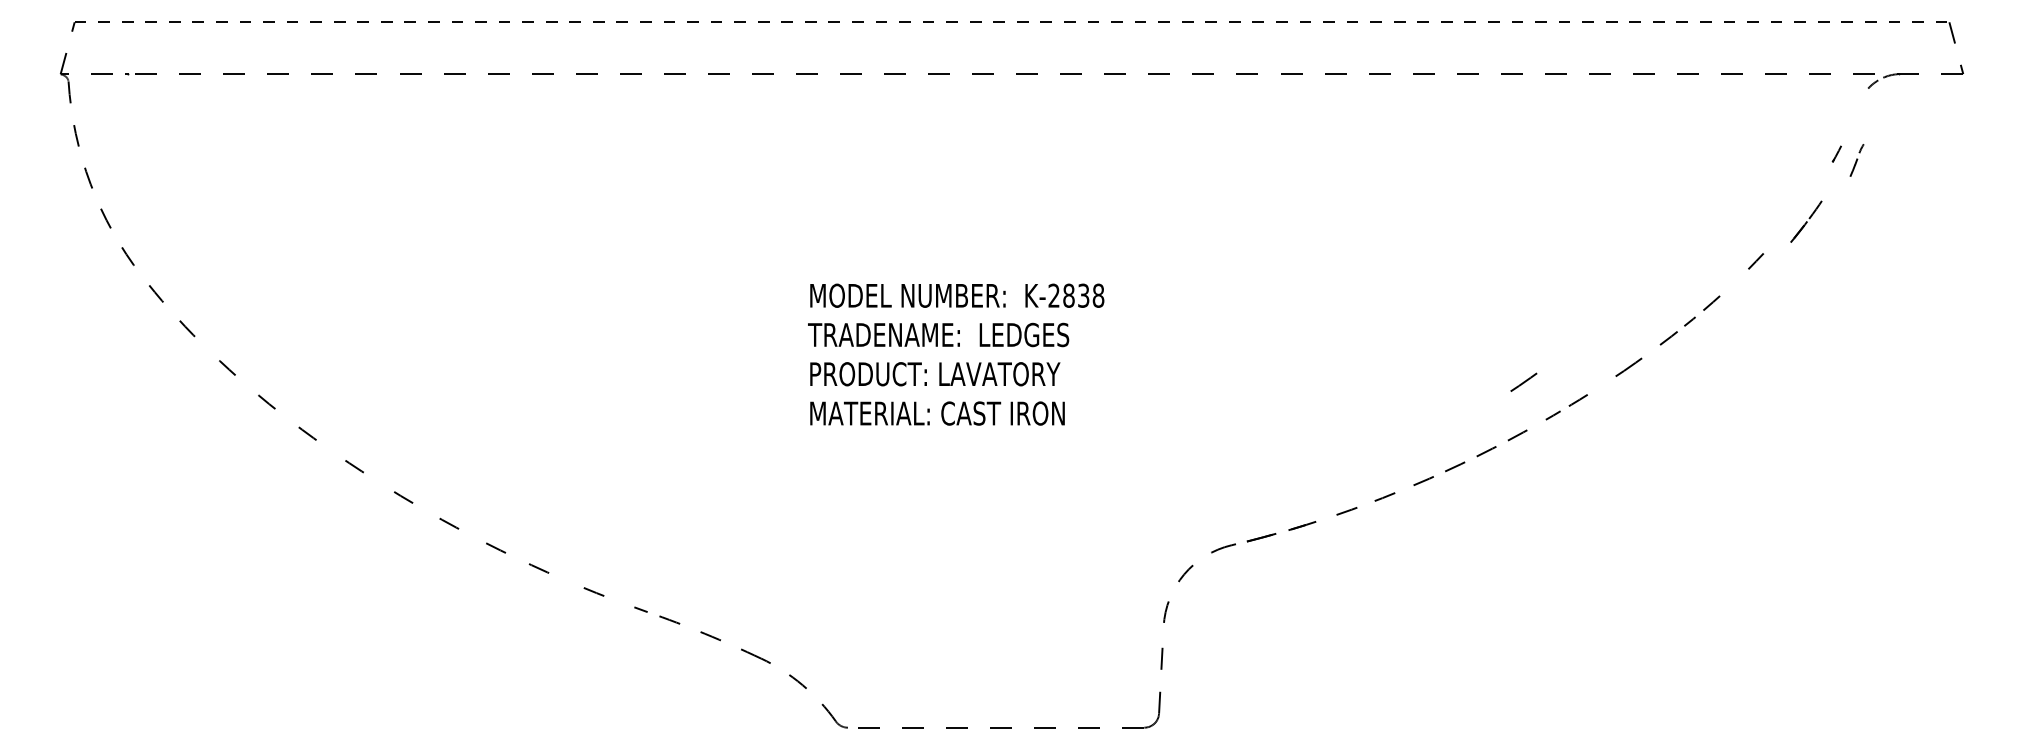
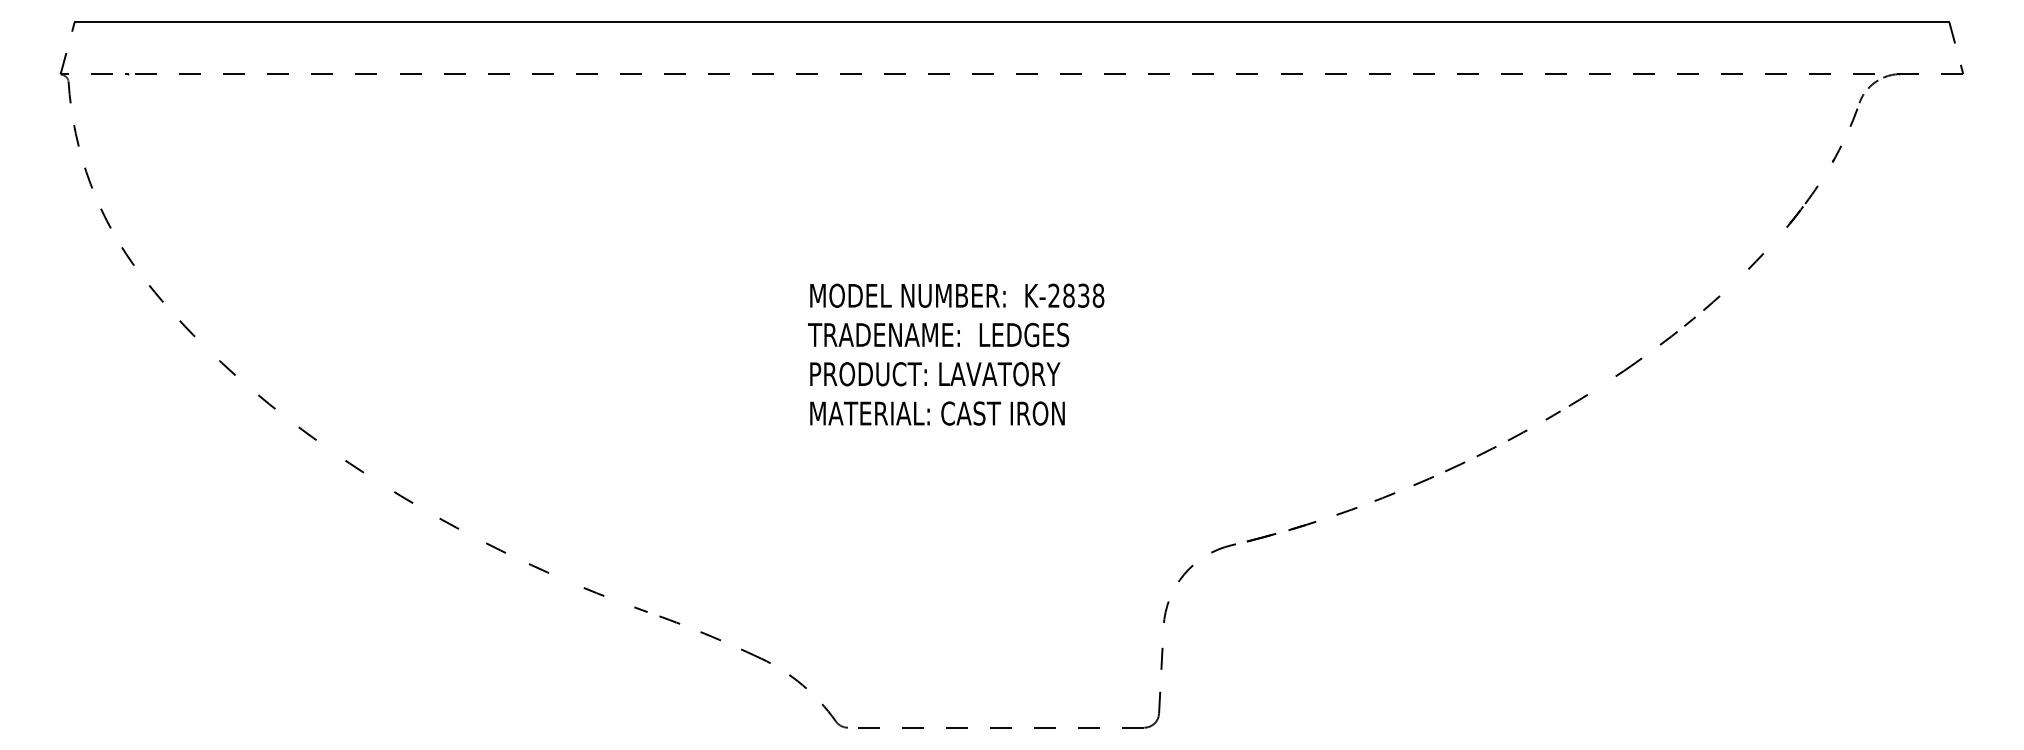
line at (1012, 22): dashed -> solid
part at (1856, 160) position: (1856, 160) -> (1856, 110)
line at (1806, 221) position: (1806, 221) -> (1802, 206)
line at (1523, 381): present -> none
